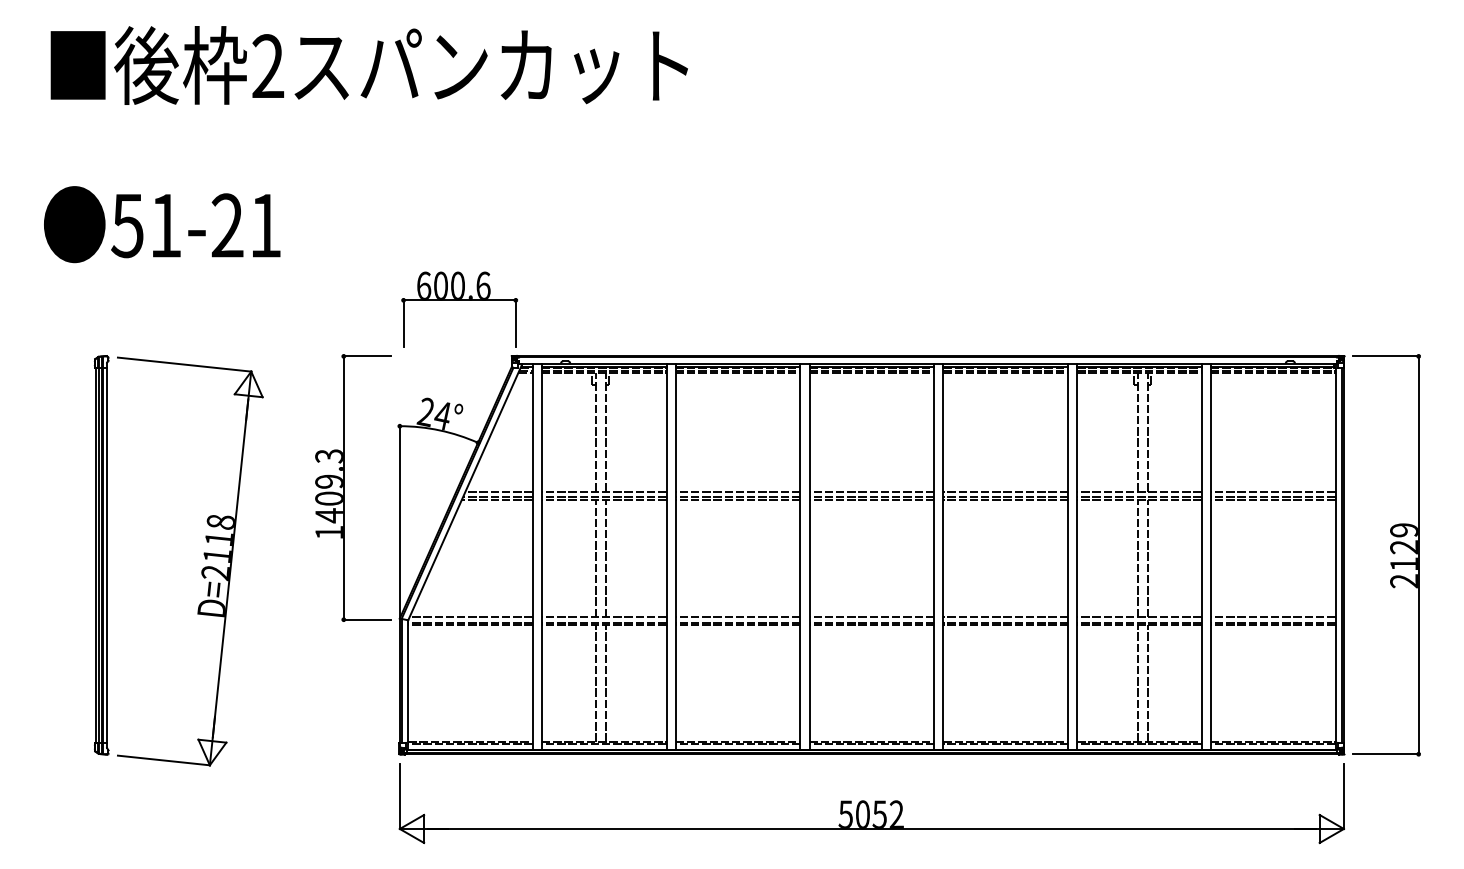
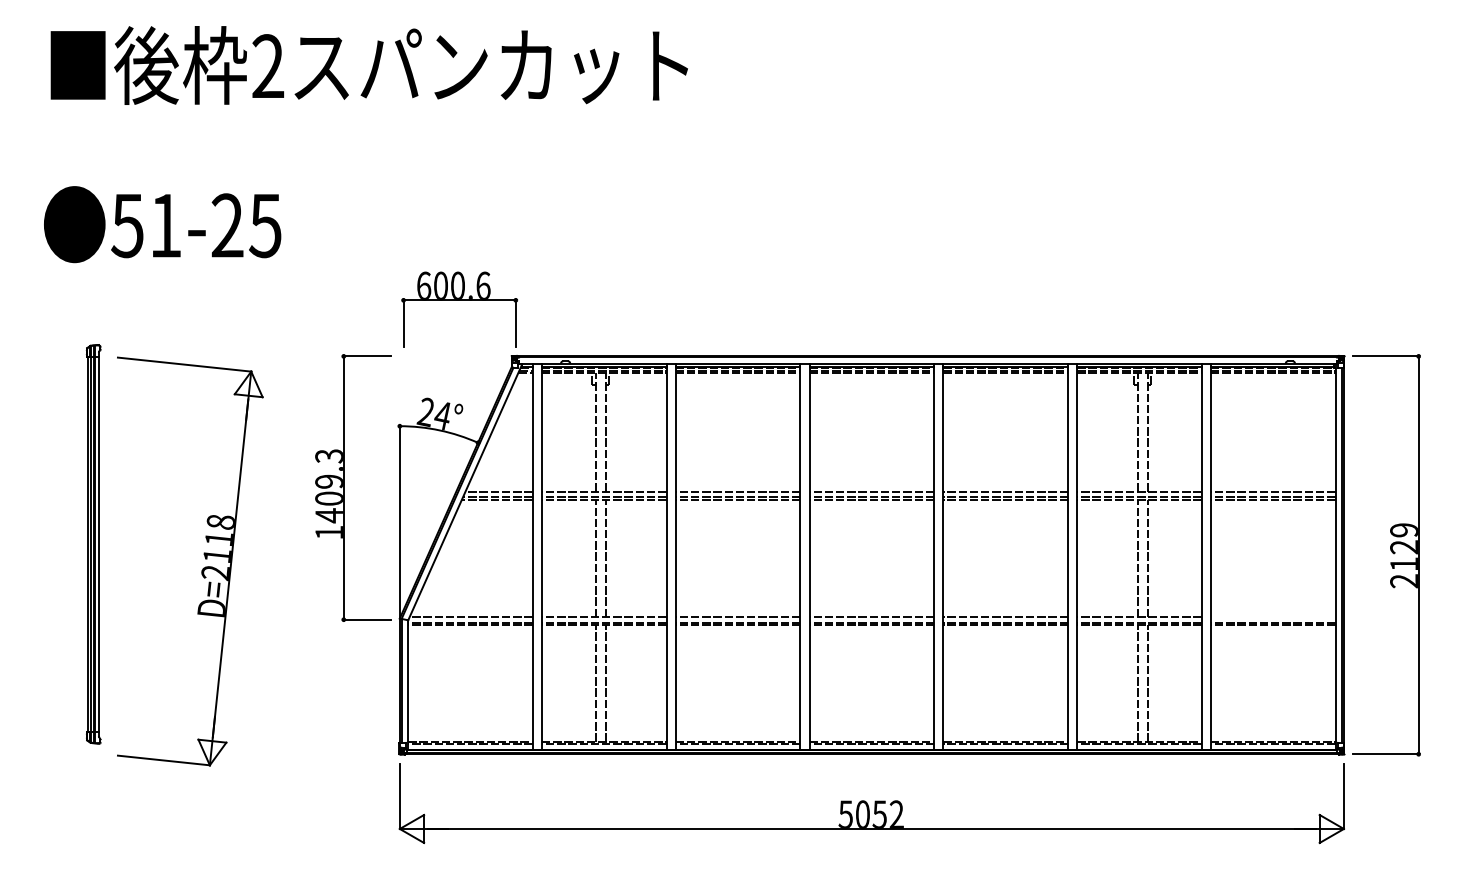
text at (265, 226): 51-21 -> 51-25
part at (101, 555) position: (101, 555) -> (93, 544)
line at (1273, 616): present -> none
